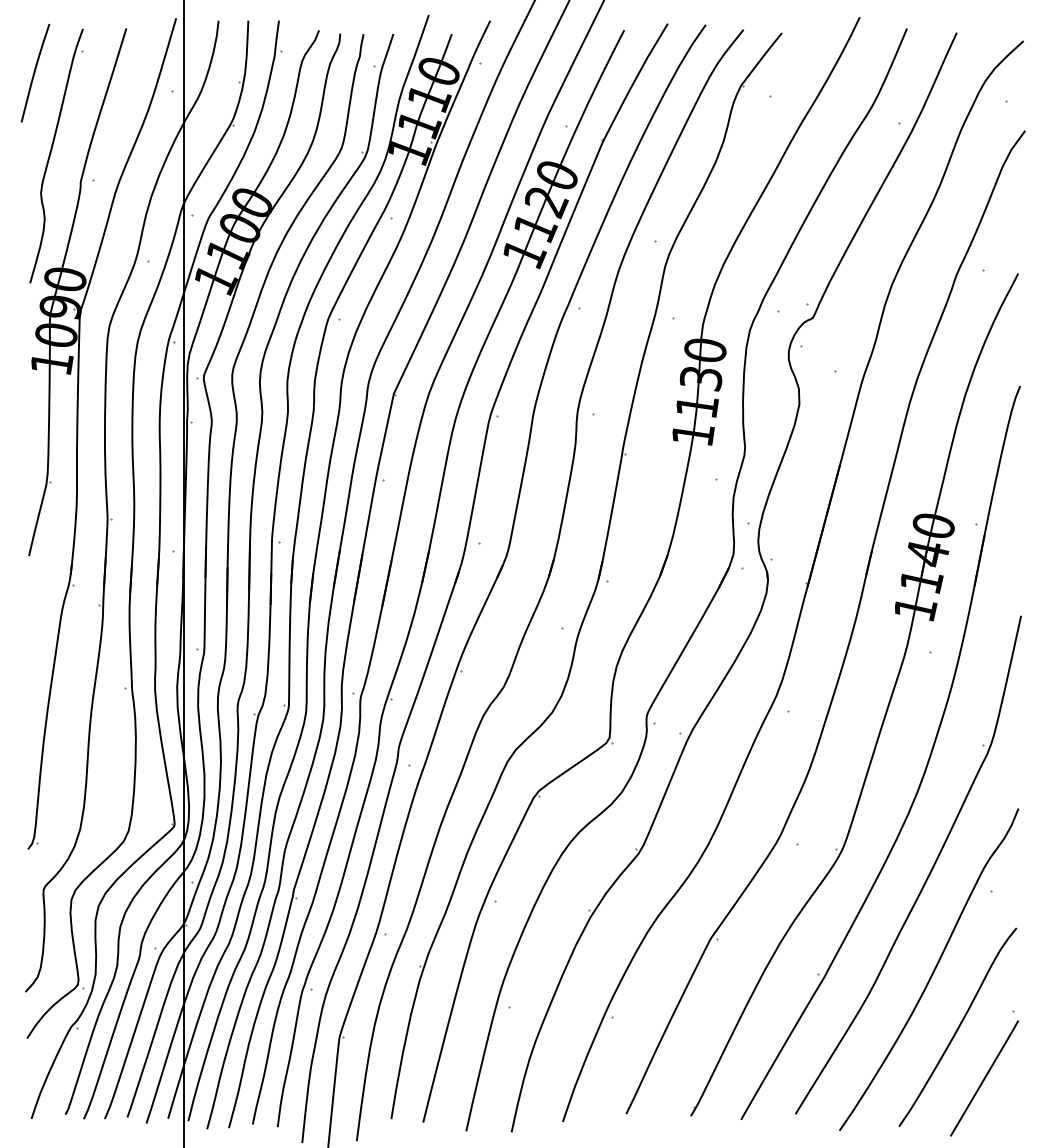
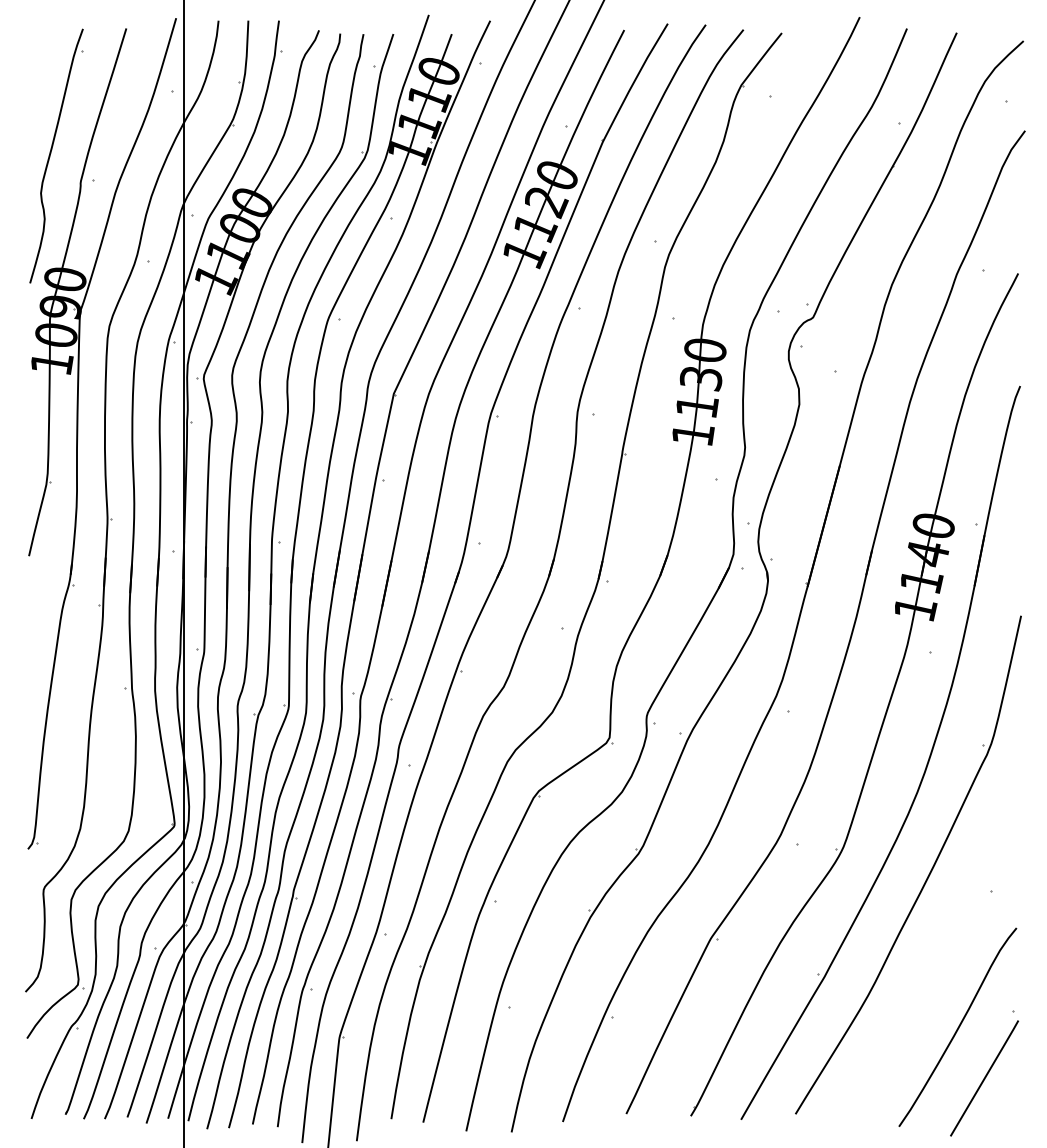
line at (35, 73): present -> none
curve at (932, 971): present -> none
